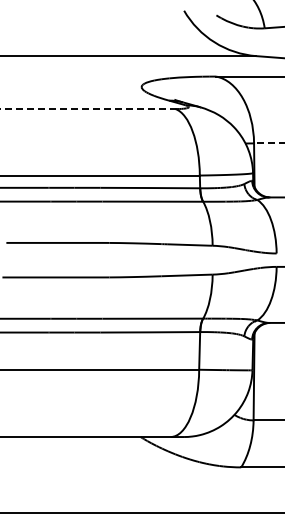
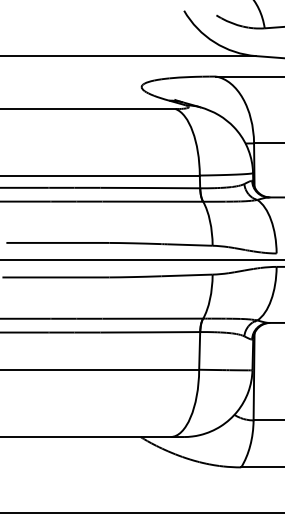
line at (88, 109): dashed -> solid
line at (269, 143): dashed -> solid
line at (141, 260): none -> present
